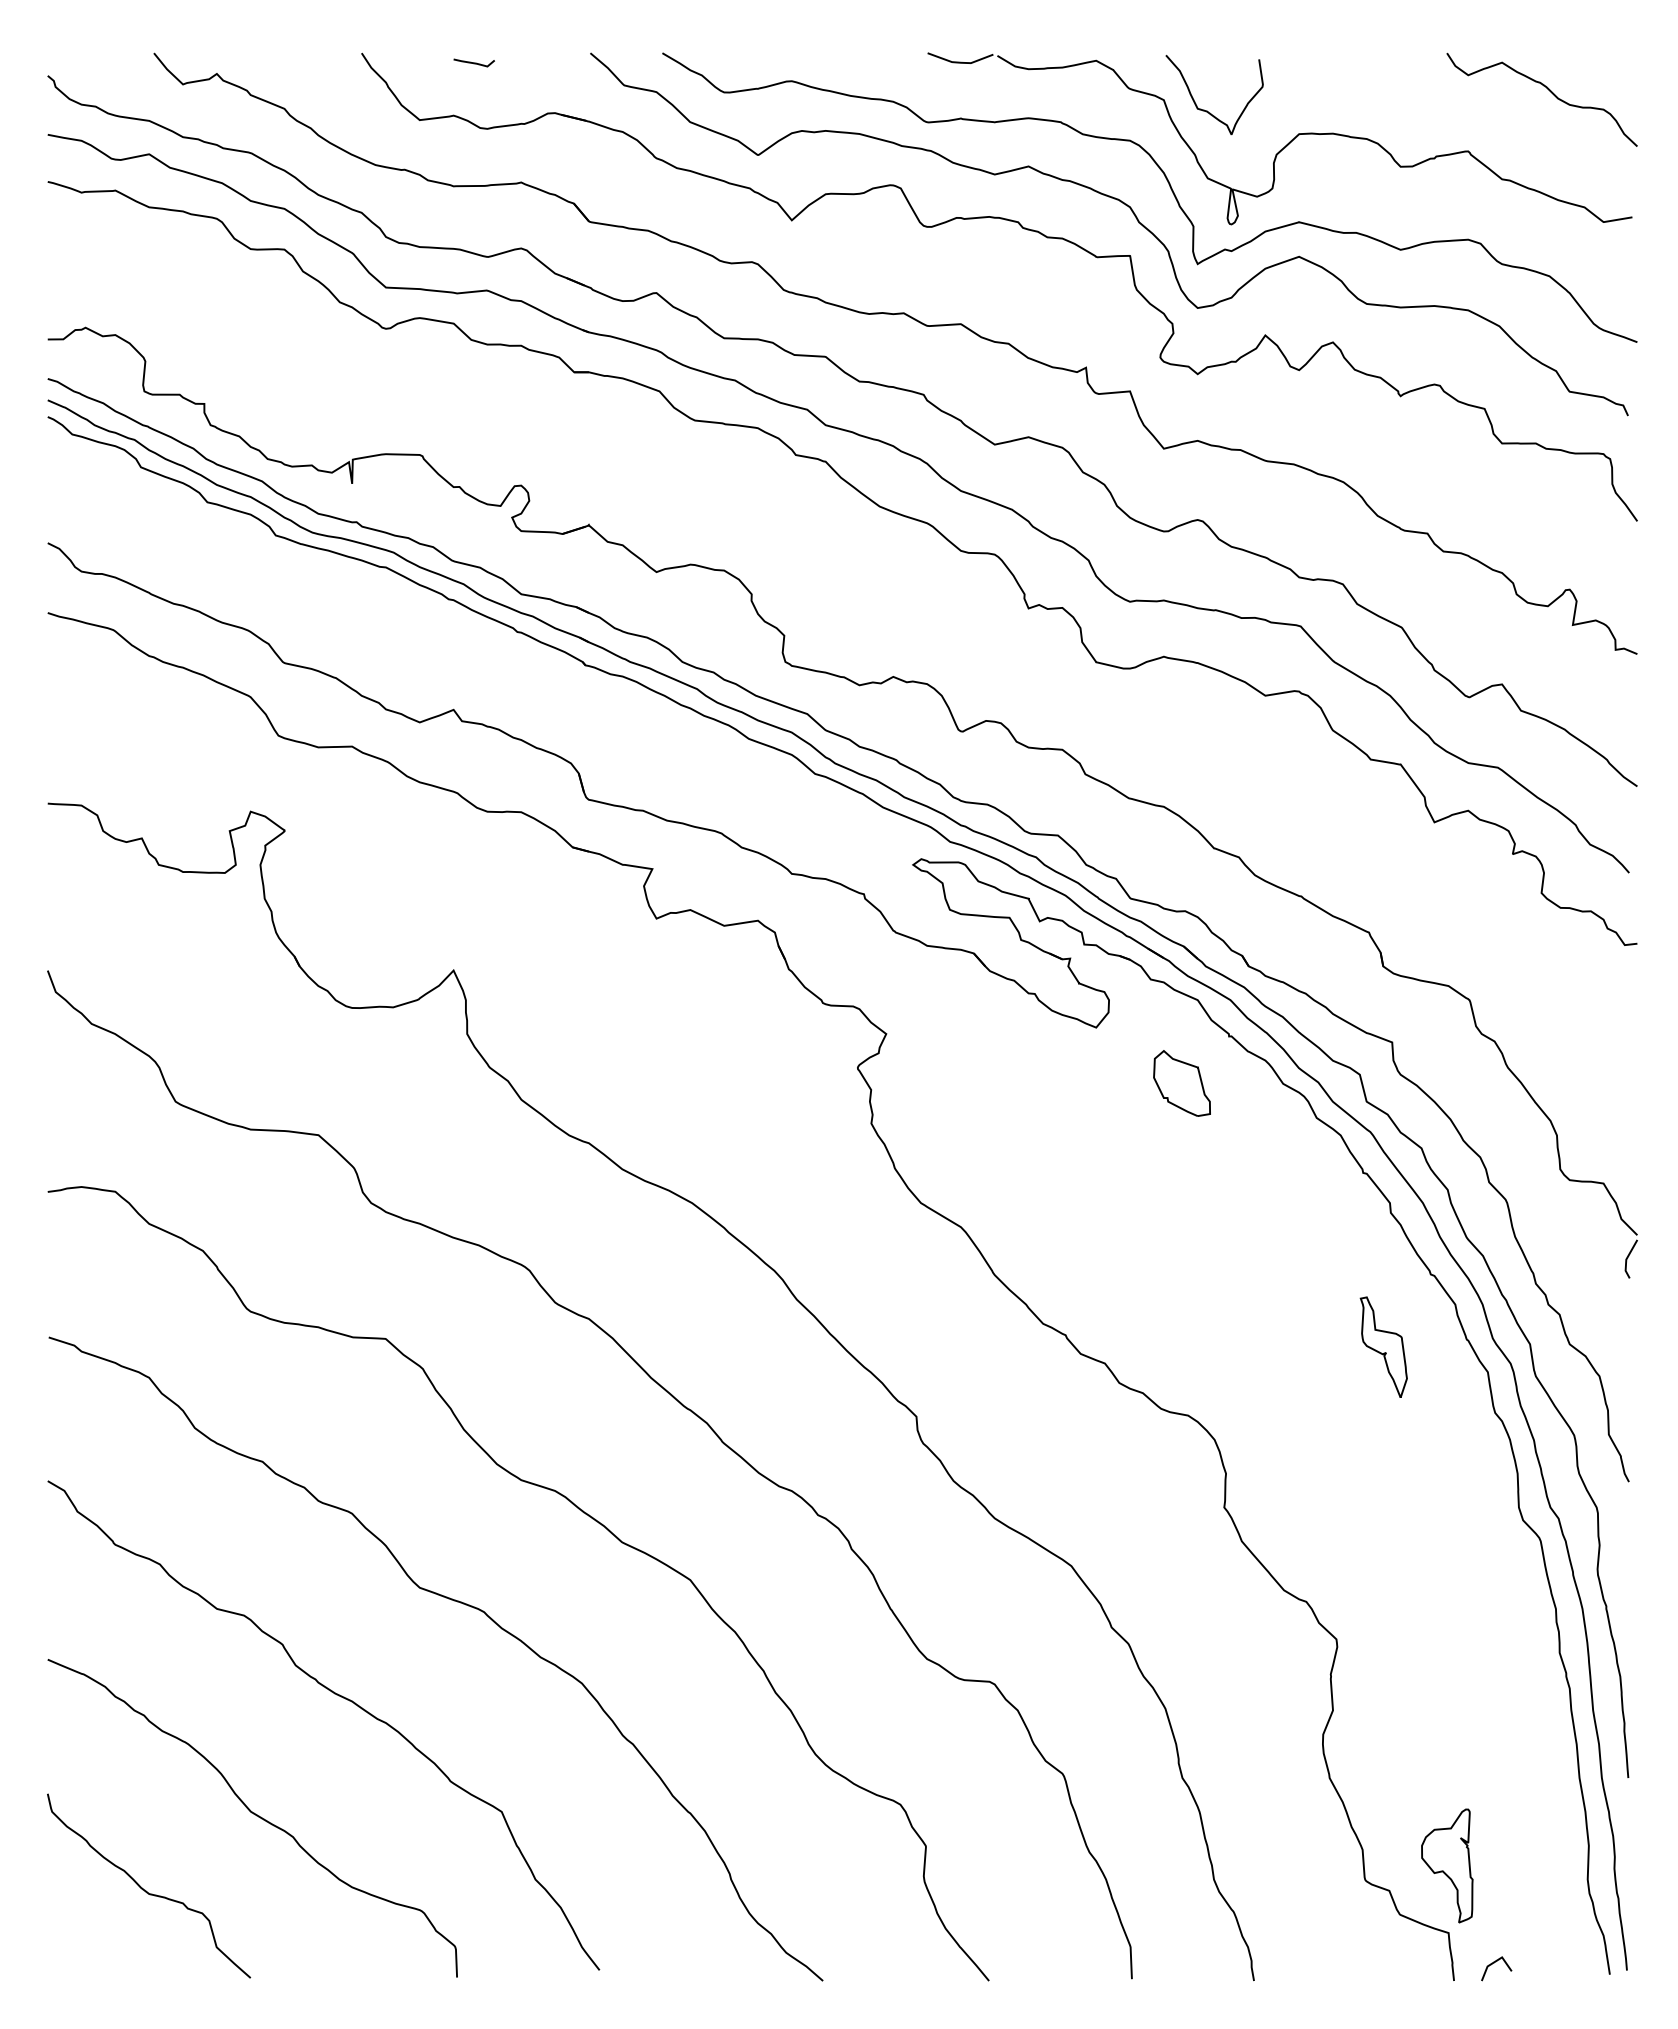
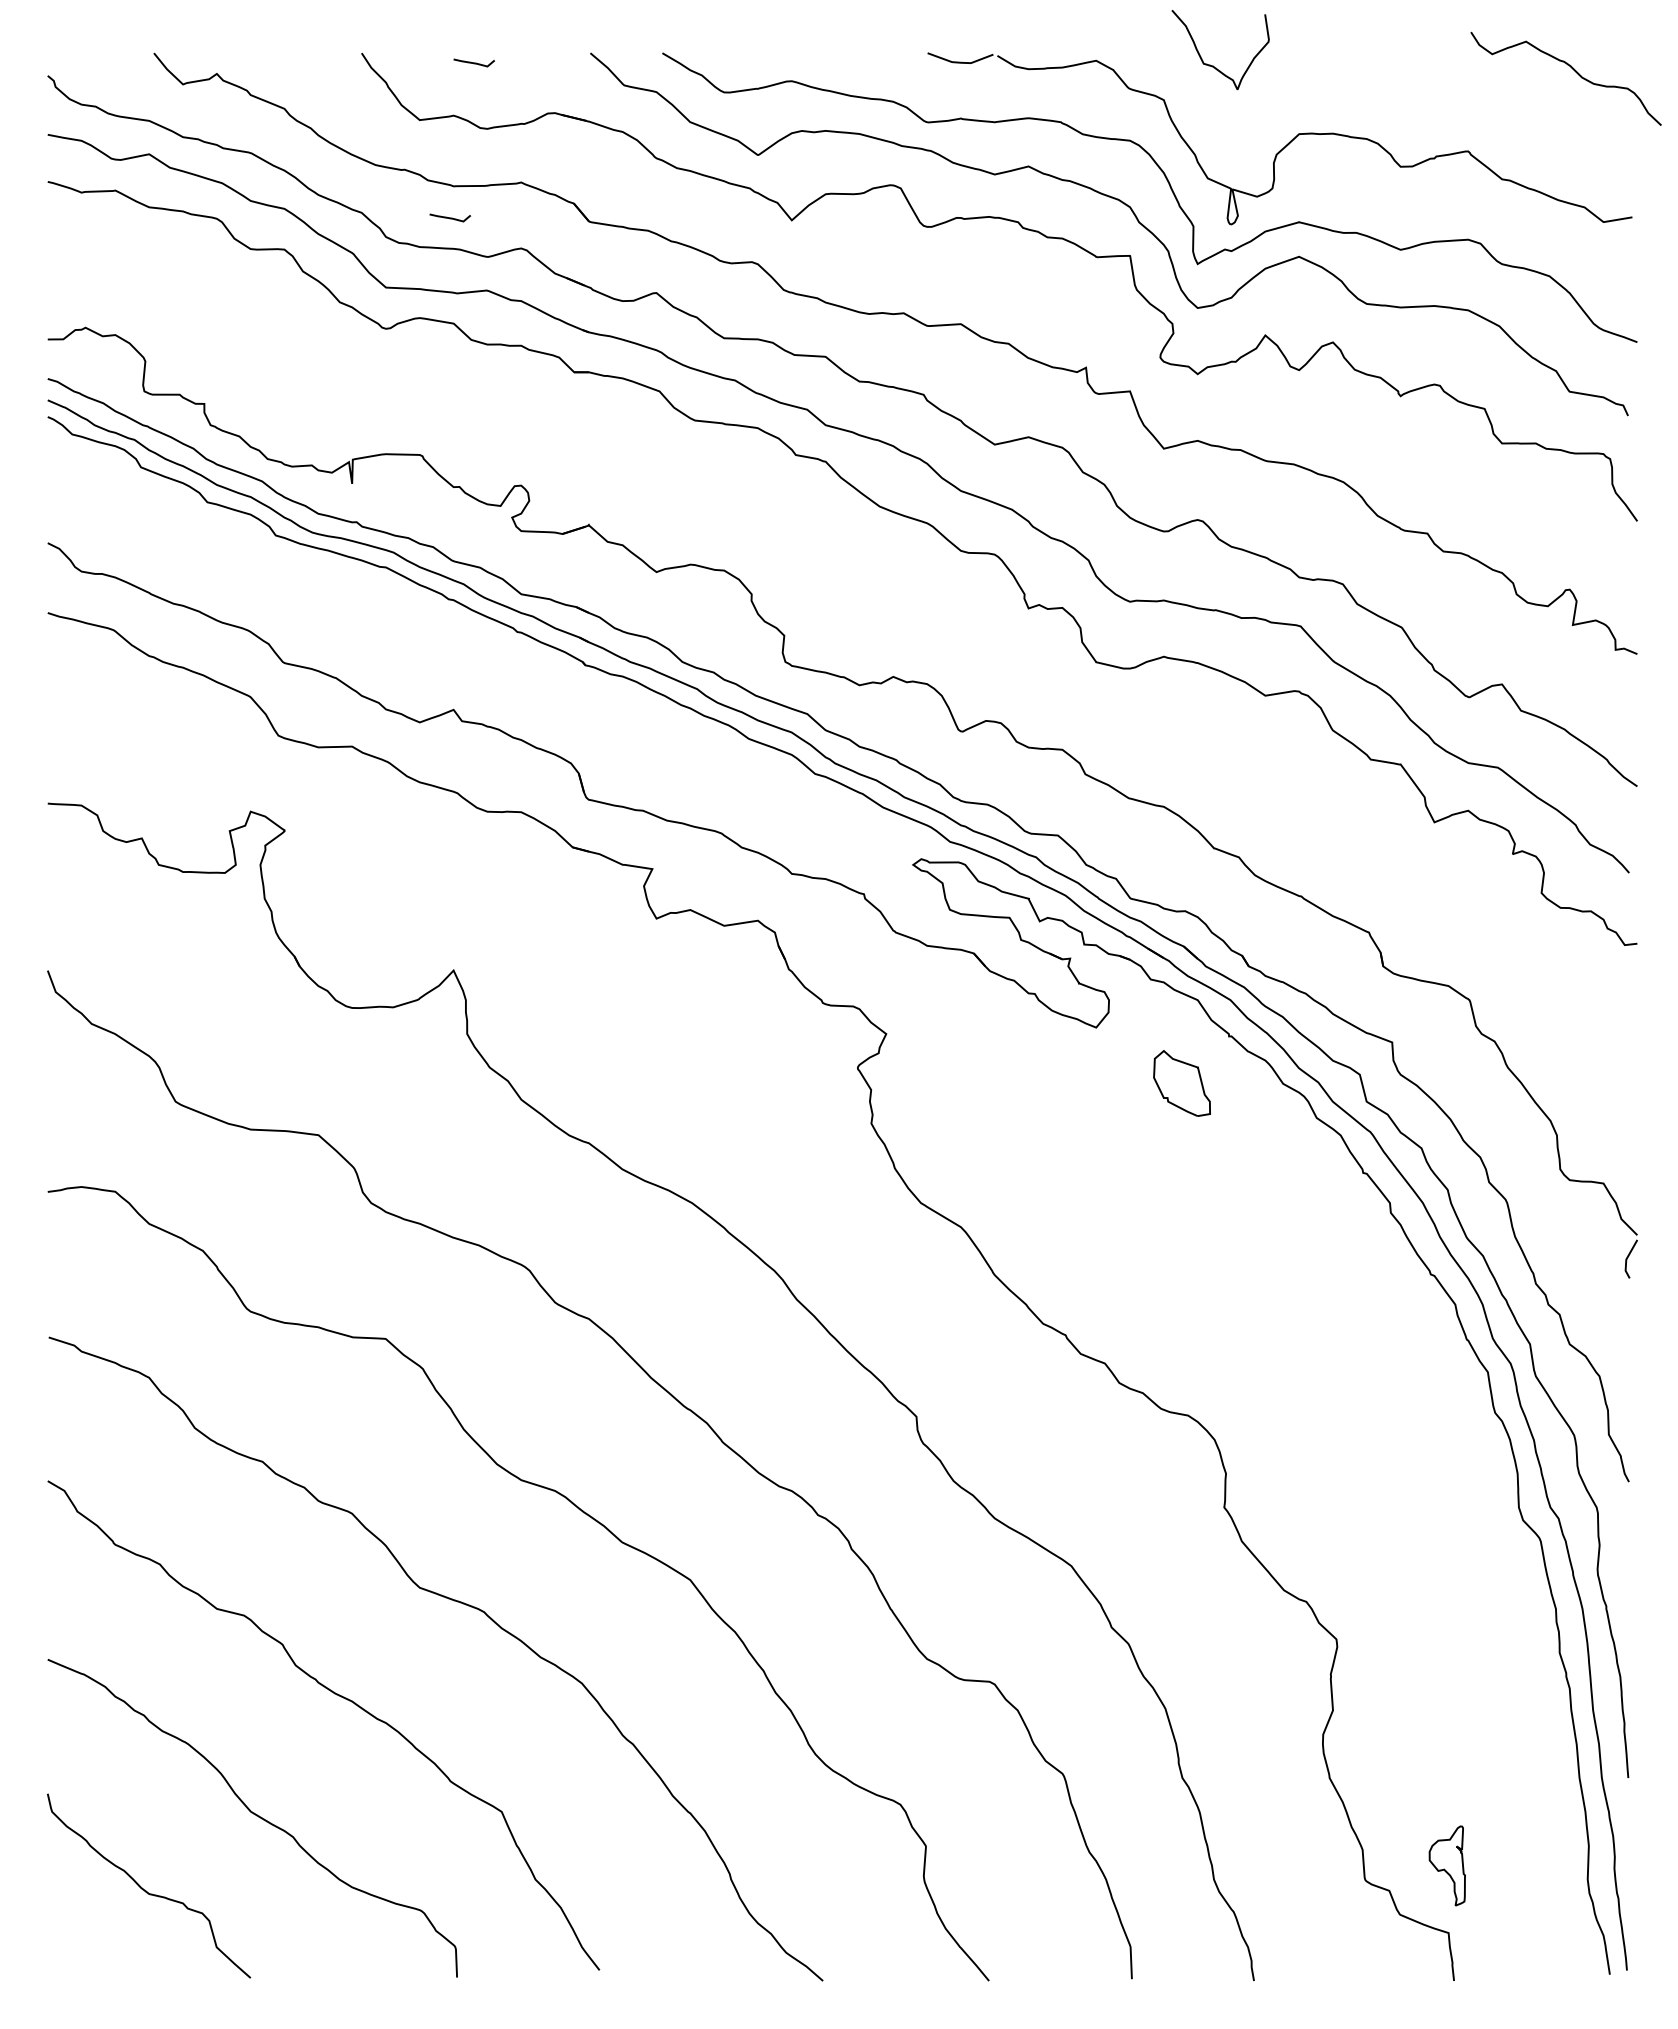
curve at (1549, 91) position: (1549, 91) -> (1573, 70)
curve at (1207, 110) position: (1207, 110) -> (1213, 65)
line at (449, 217): none -> present
part at (1383, 1346): present -> none
part at (1447, 1865) size: 53x116 px -> 38x82 px
line at (1494, 1963): present -> none
